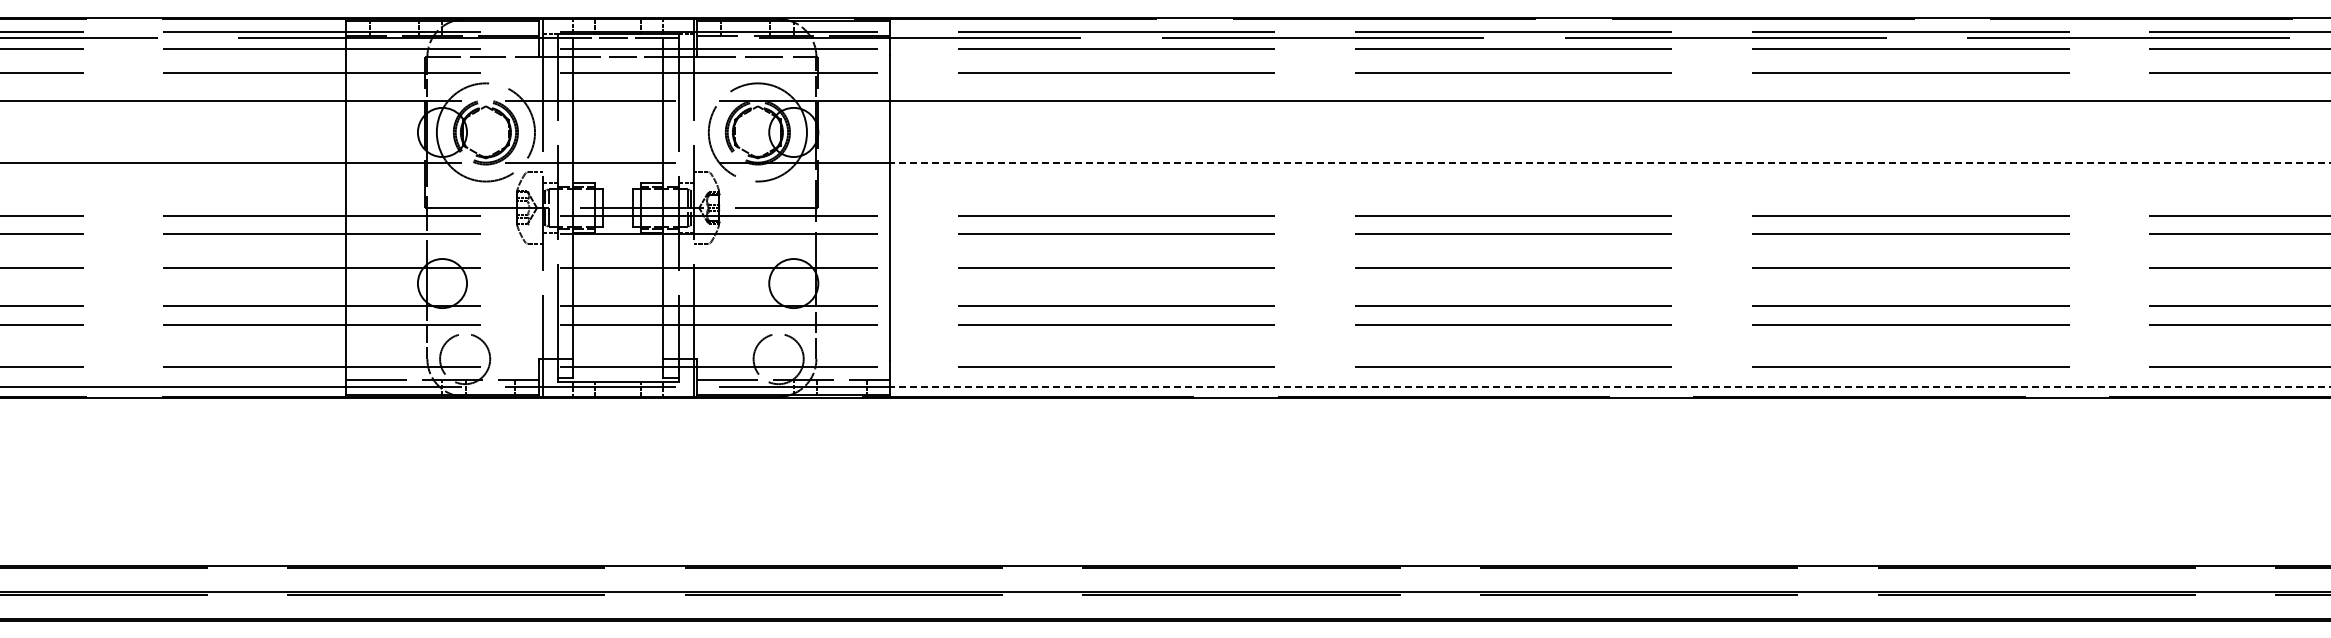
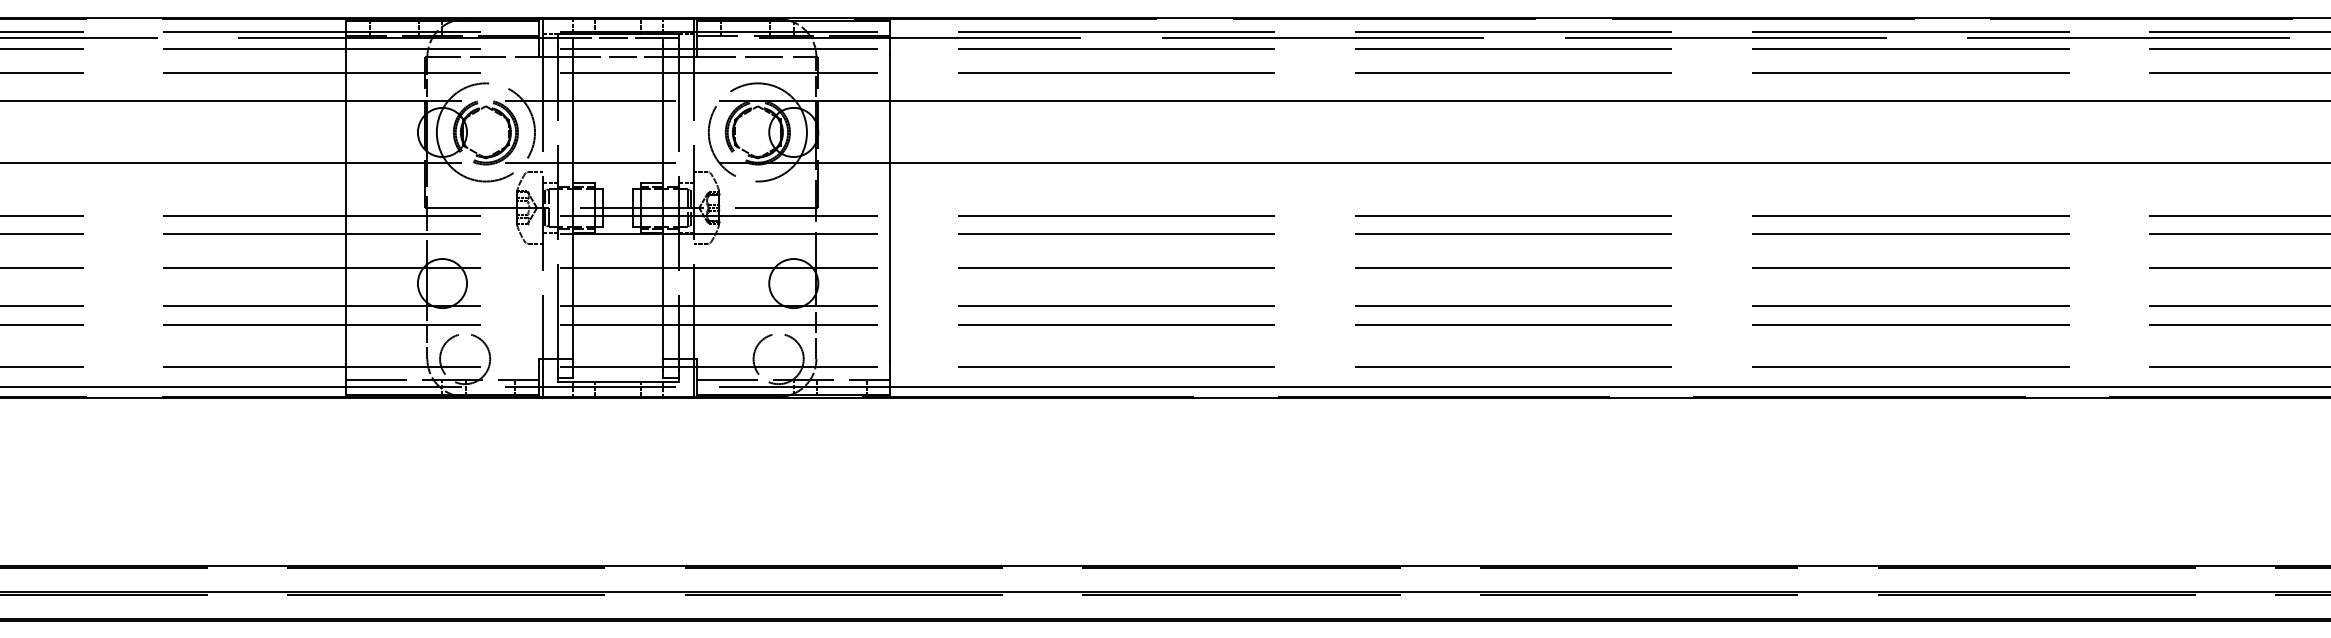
line at (1609, 163): dashed -> solid
line at (1609, 387): dashed -> solid
